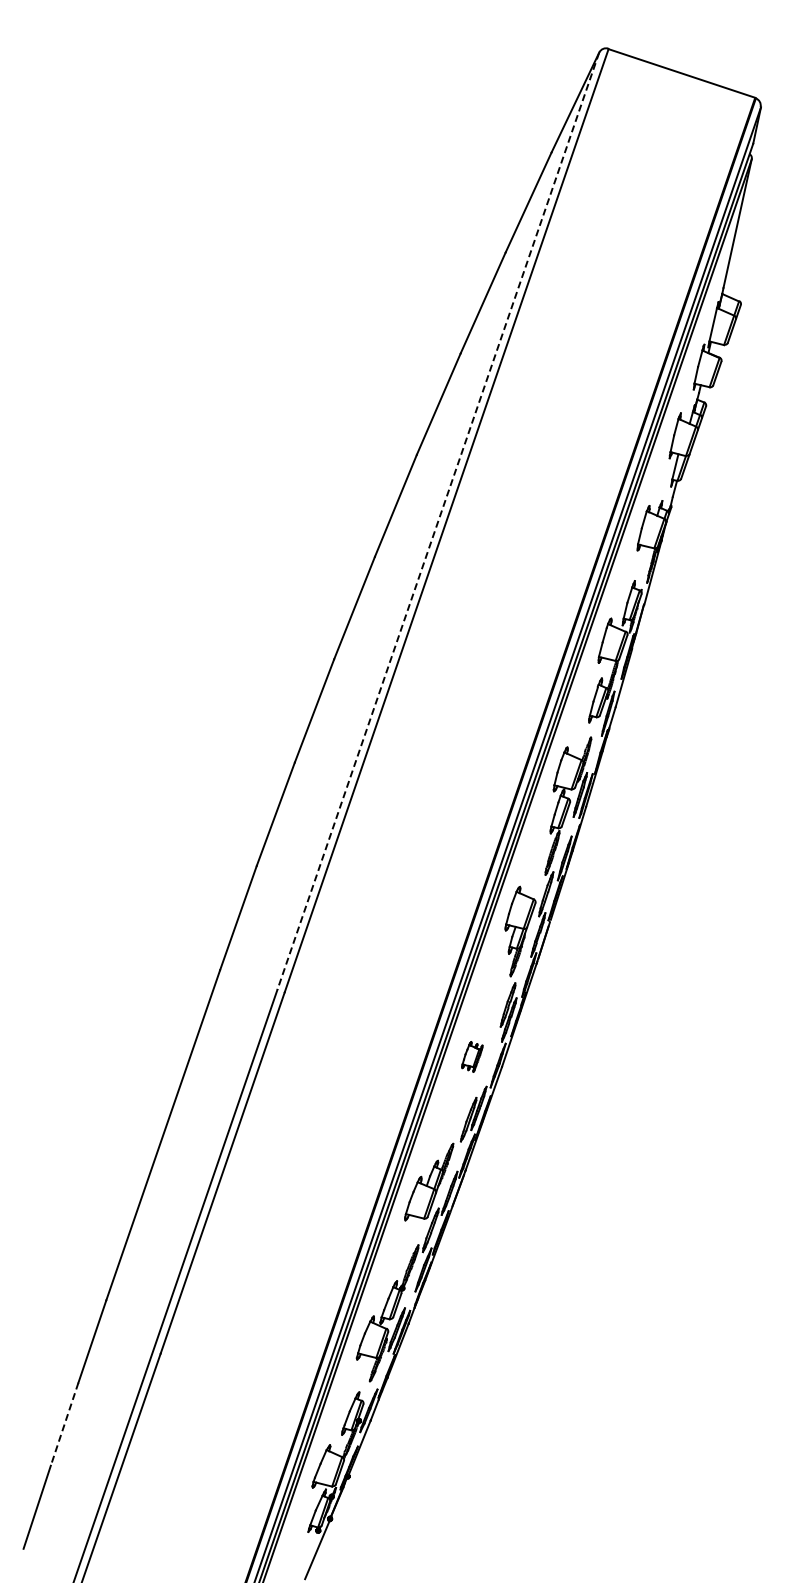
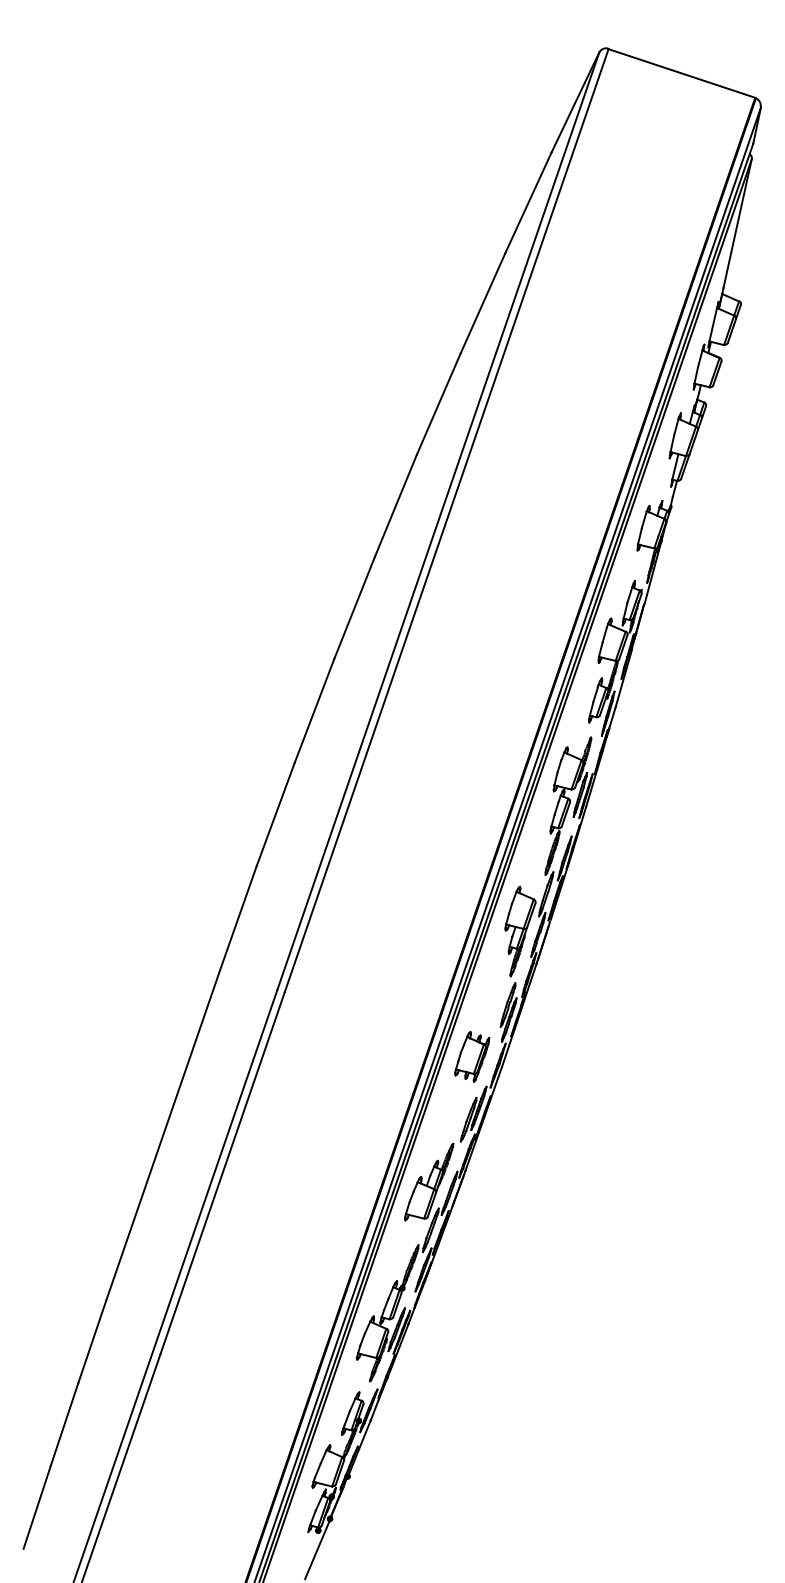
line at (438, 521): dashed -> solid
part at (472, 1056) size: 23x32 px -> 37x52 px
line at (64, 1424): dashed -> solid
